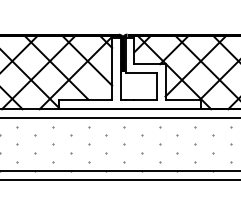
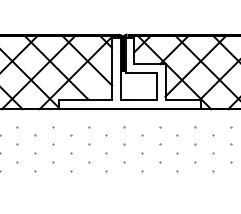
line at (119, 118): present -> none
line at (119, 171): present -> none
line at (119, 180): present -> none
